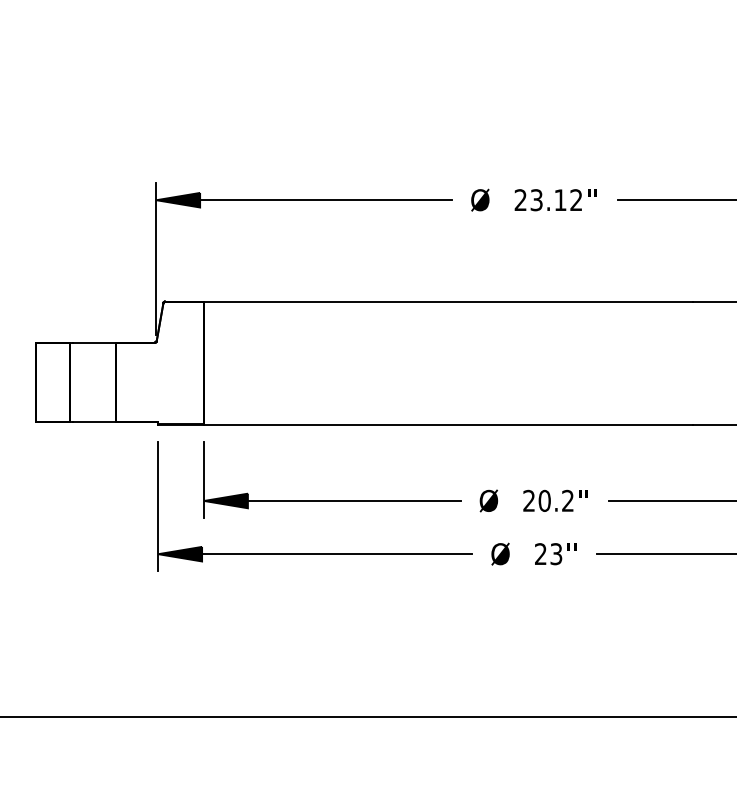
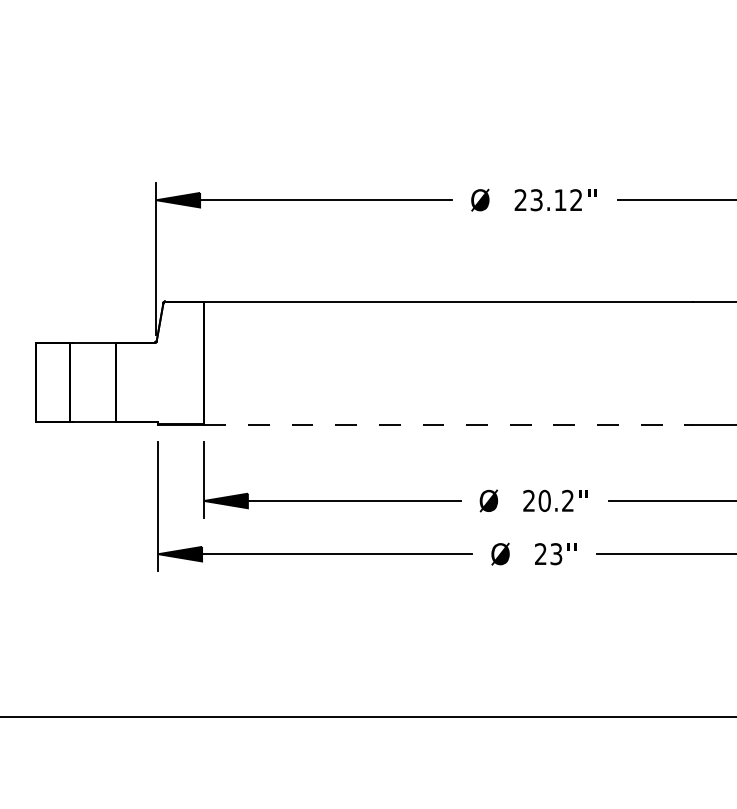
line at (448, 424): solid -> dashed
